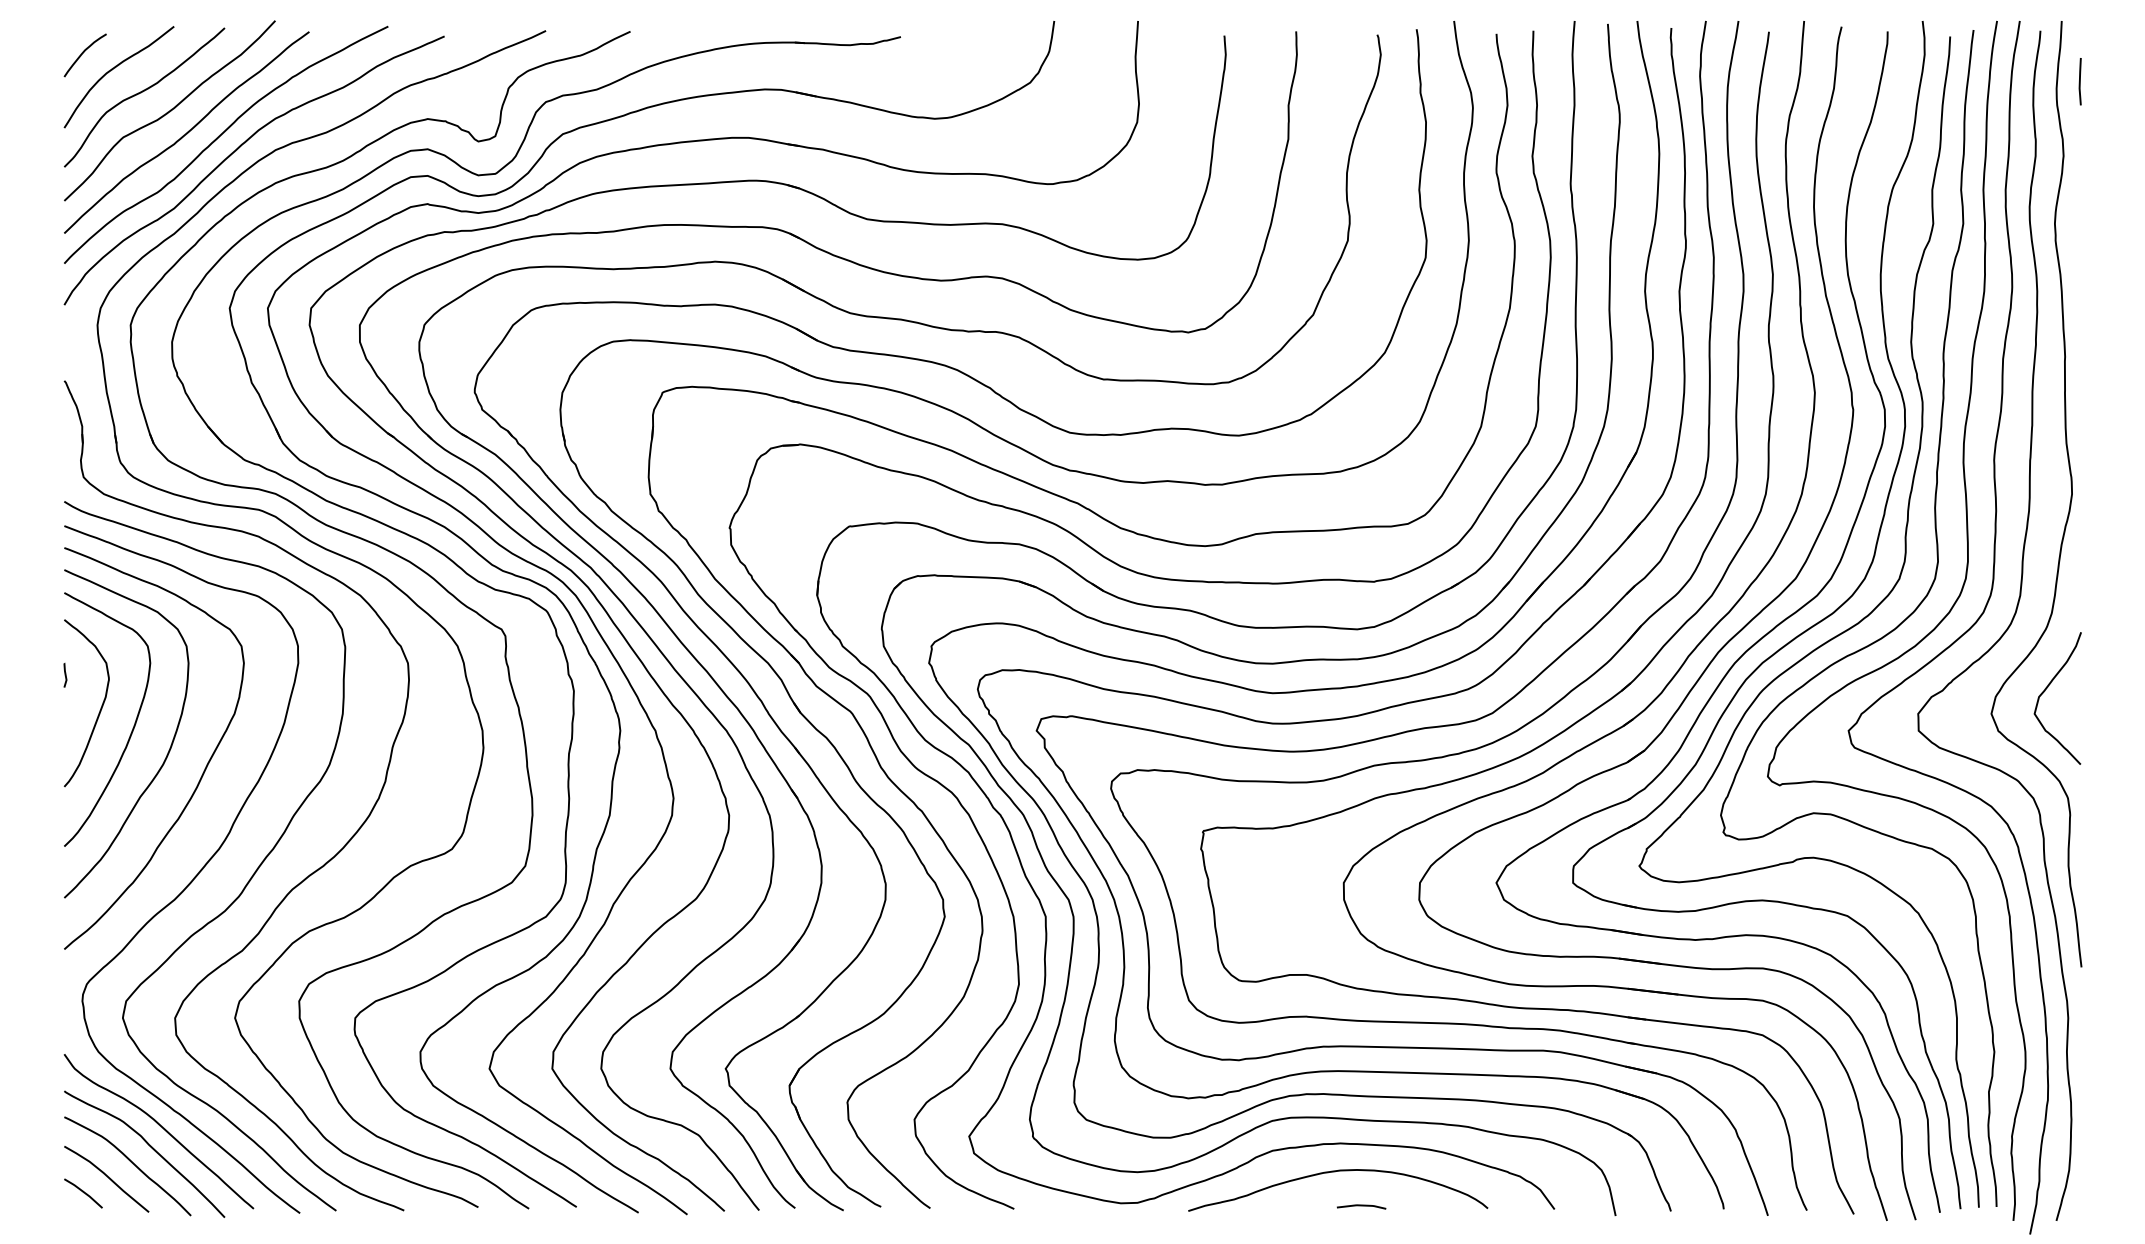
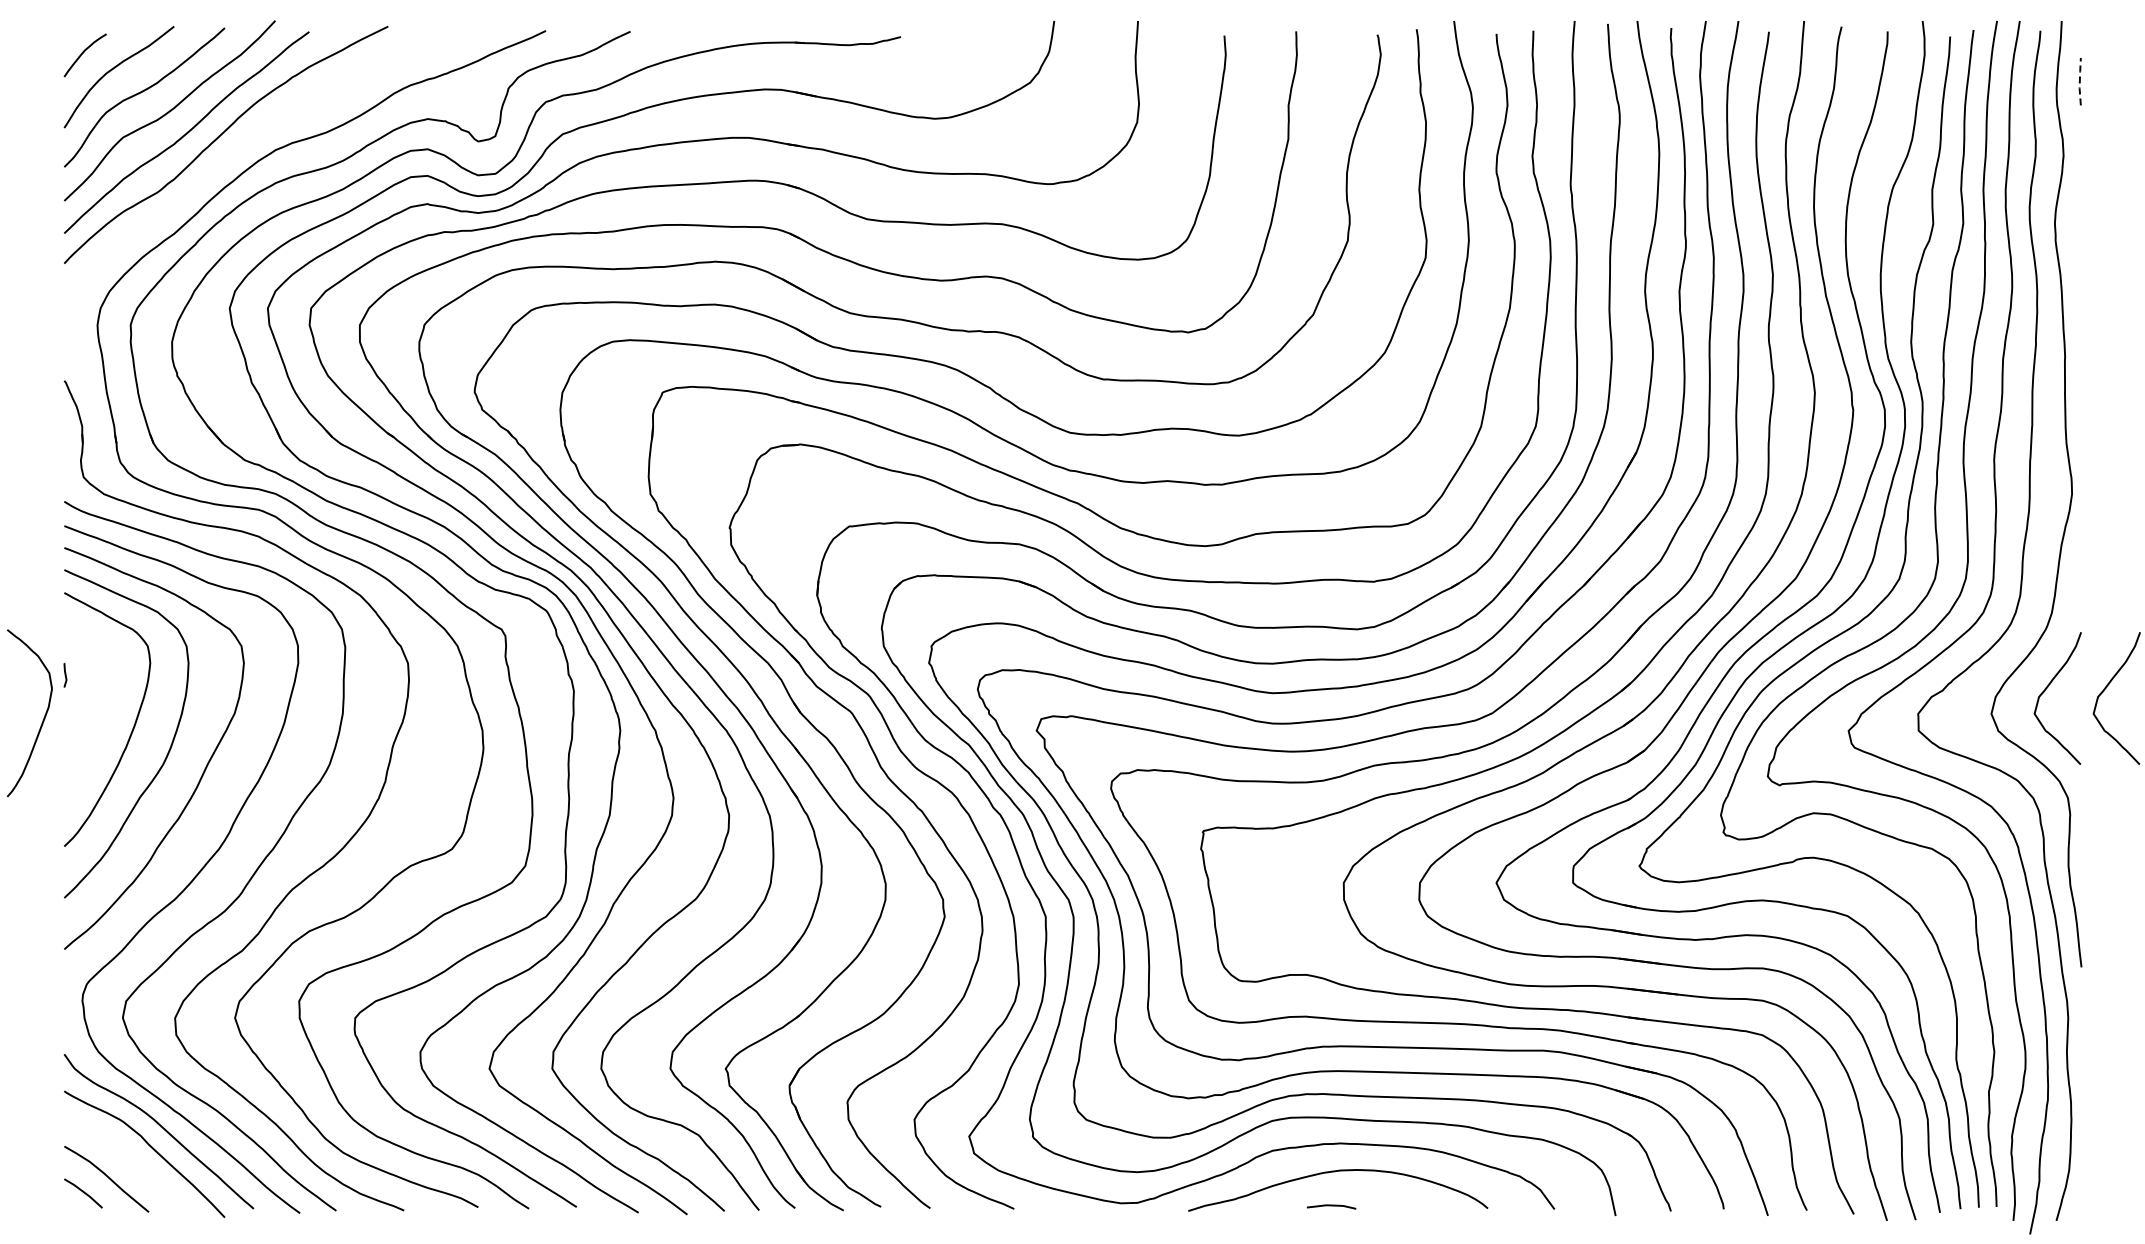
line at (2079, 81): solid -> dashed
curve at (236, 151): present -> none
curve at (2104, 691): none -> present
curve at (100, 707) position: (100, 707) -> (43, 717)
curve at (130, 1162): present -> none
curve at (1361, 1206) position: (1361, 1206) -> (1331, 1206)
